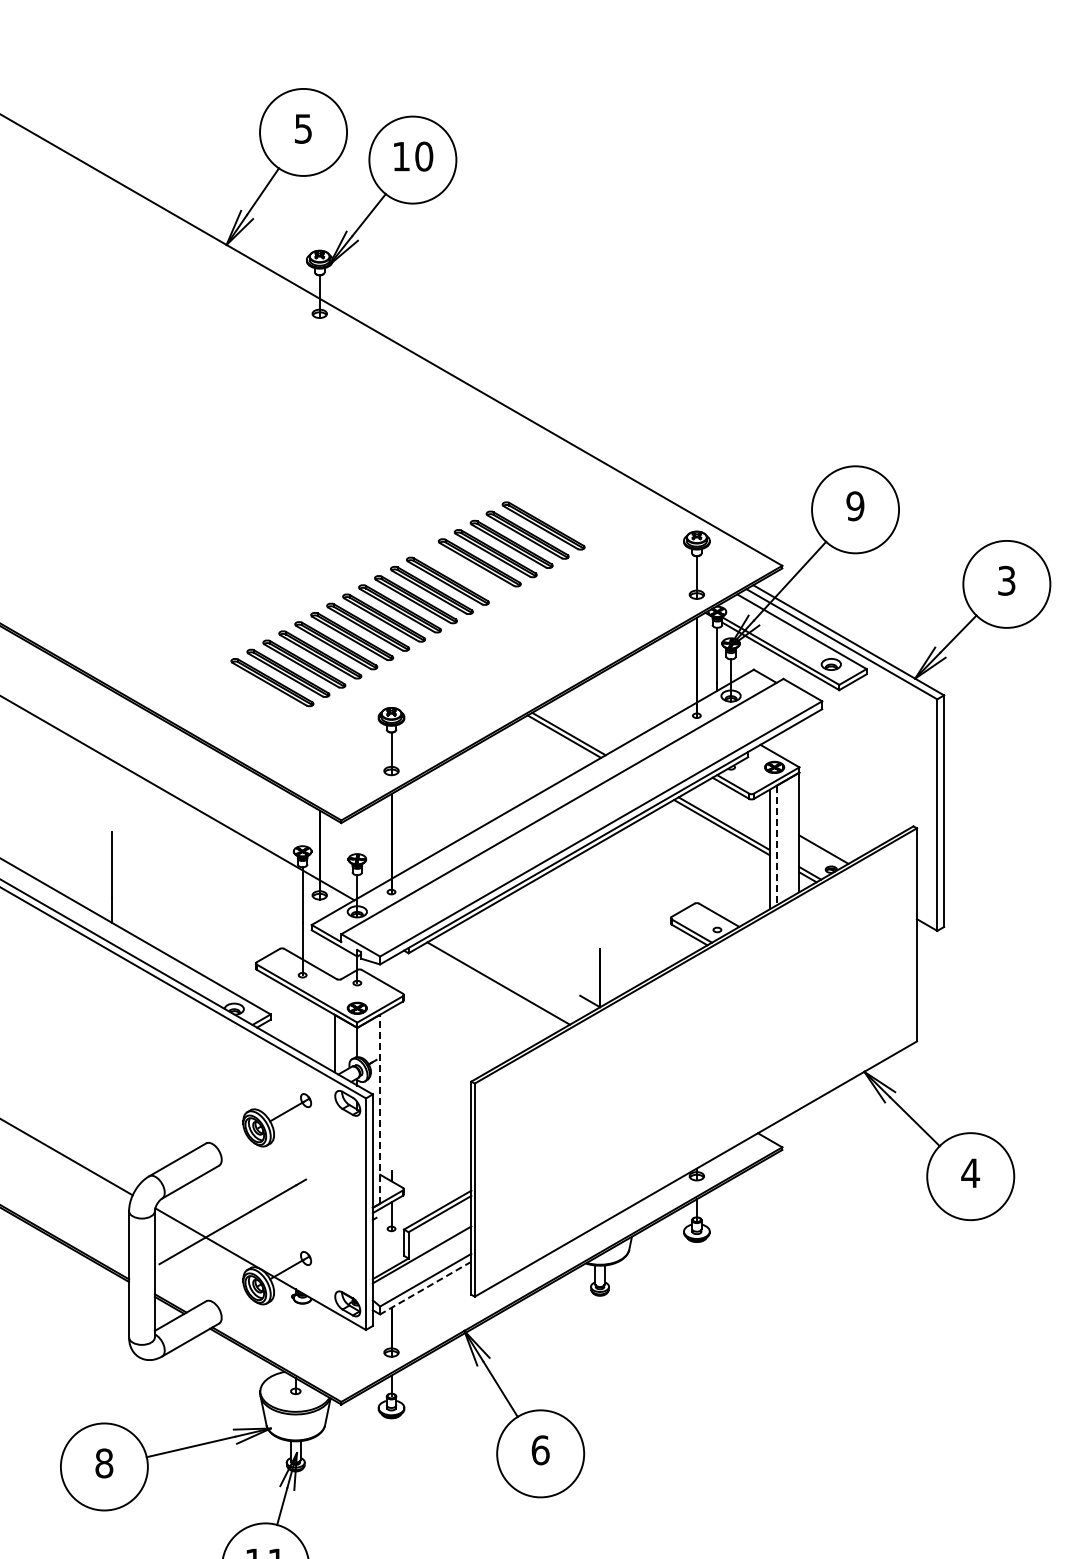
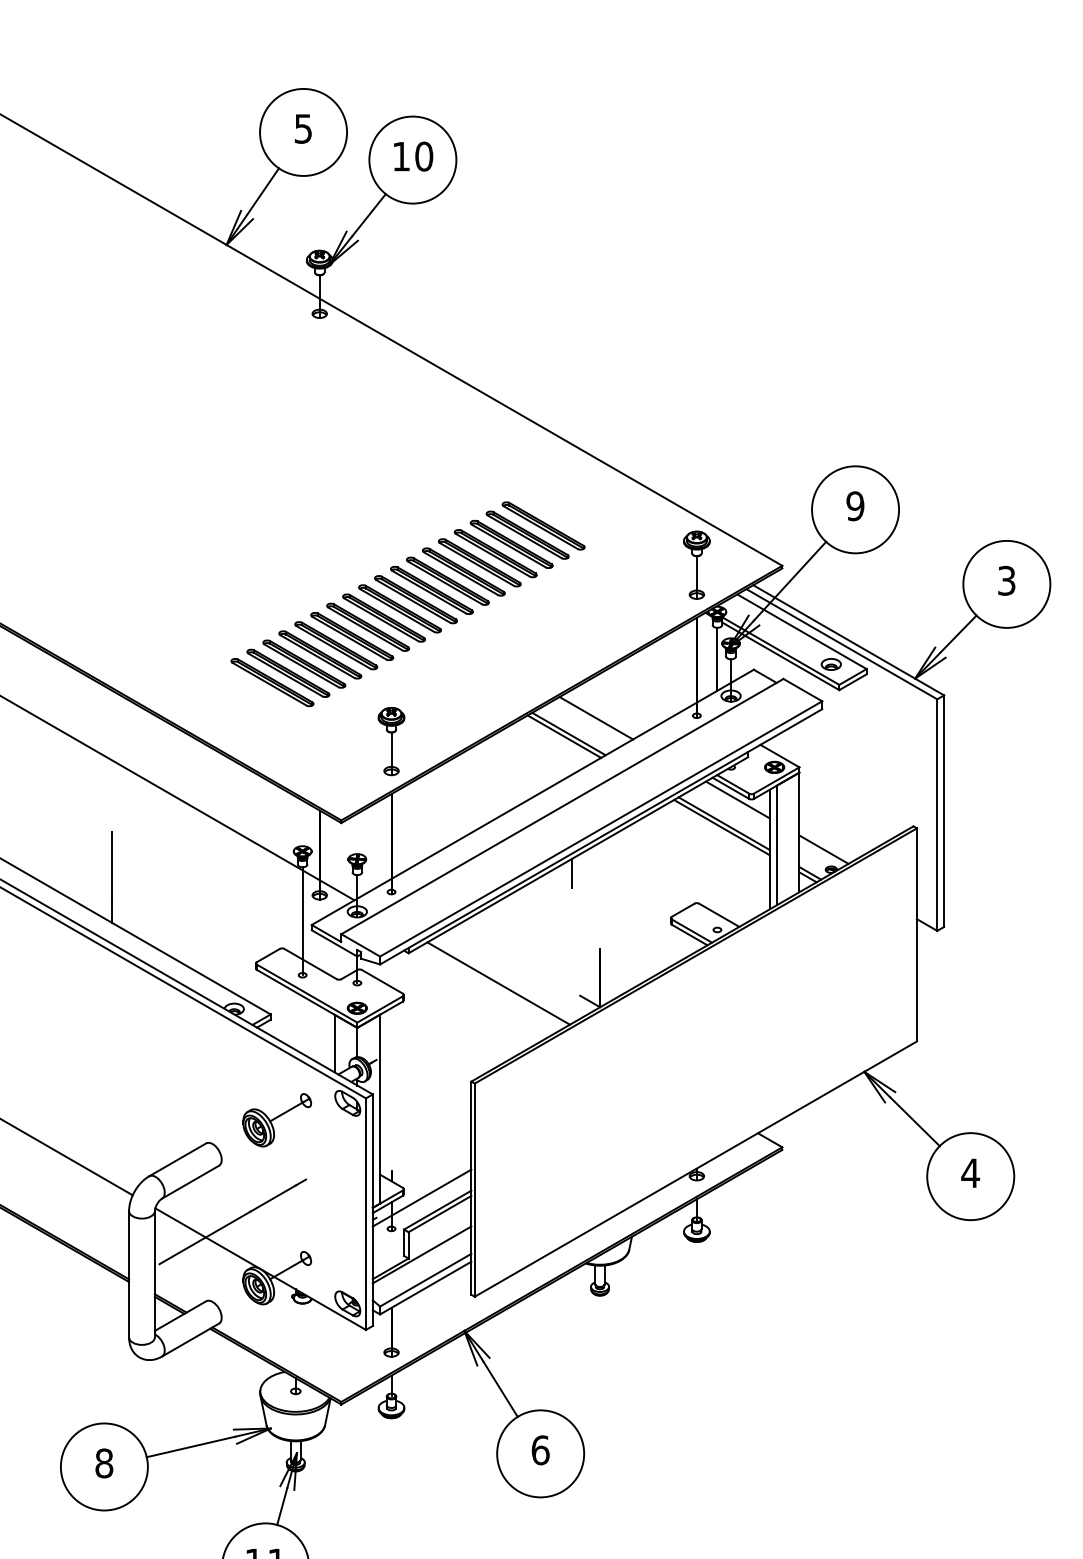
part at (463, 571): none -> present
line at (596, 718): none -> present
line at (737, 799): none -> present
line at (776, 845): dashed -> solid
line at (572, 872): none -> present
line at (380, 1108): dashed -> solid
line at (421, 1197): none -> present
line at (425, 1288): dashed -> solid
